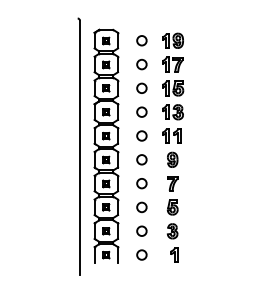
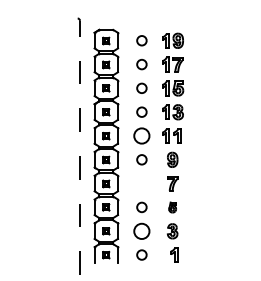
circle at (141, 135) size: 12x12 px -> 18x18 px
line at (80, 147): solid -> dashed
circle at (141, 183): present -> none
part at (172, 207) size: 13x17 px -> 9x13 px
circle at (141, 230) size: 12x12 px -> 18x18 px
